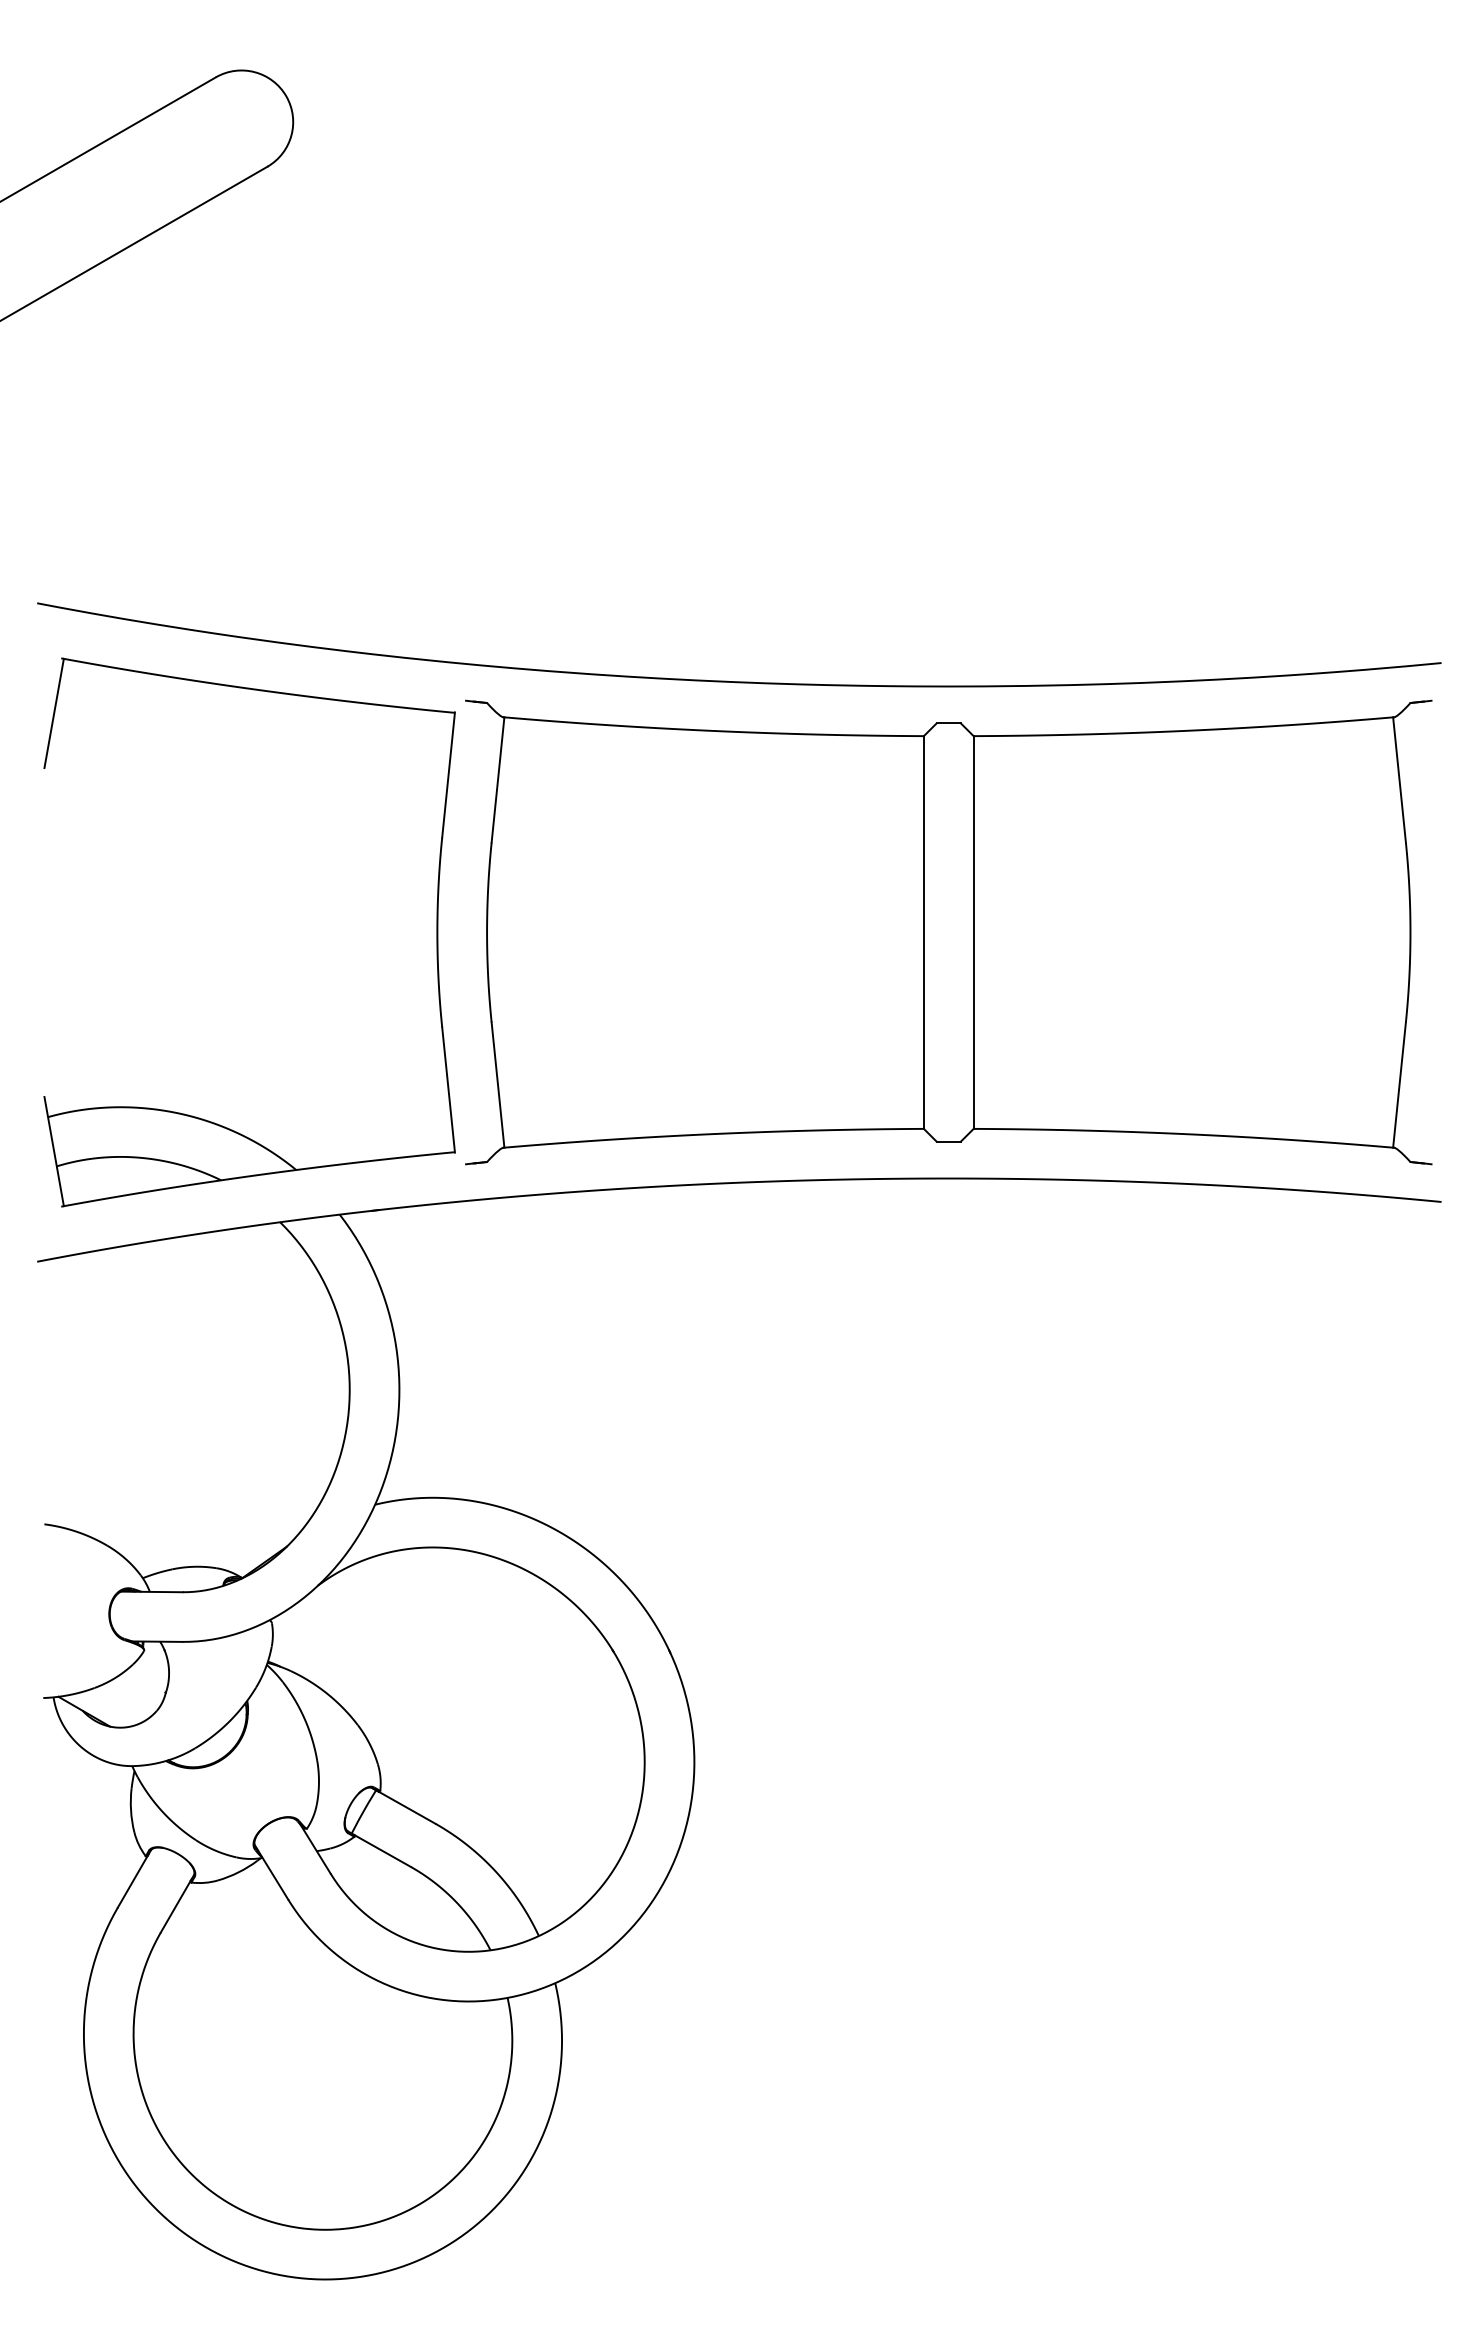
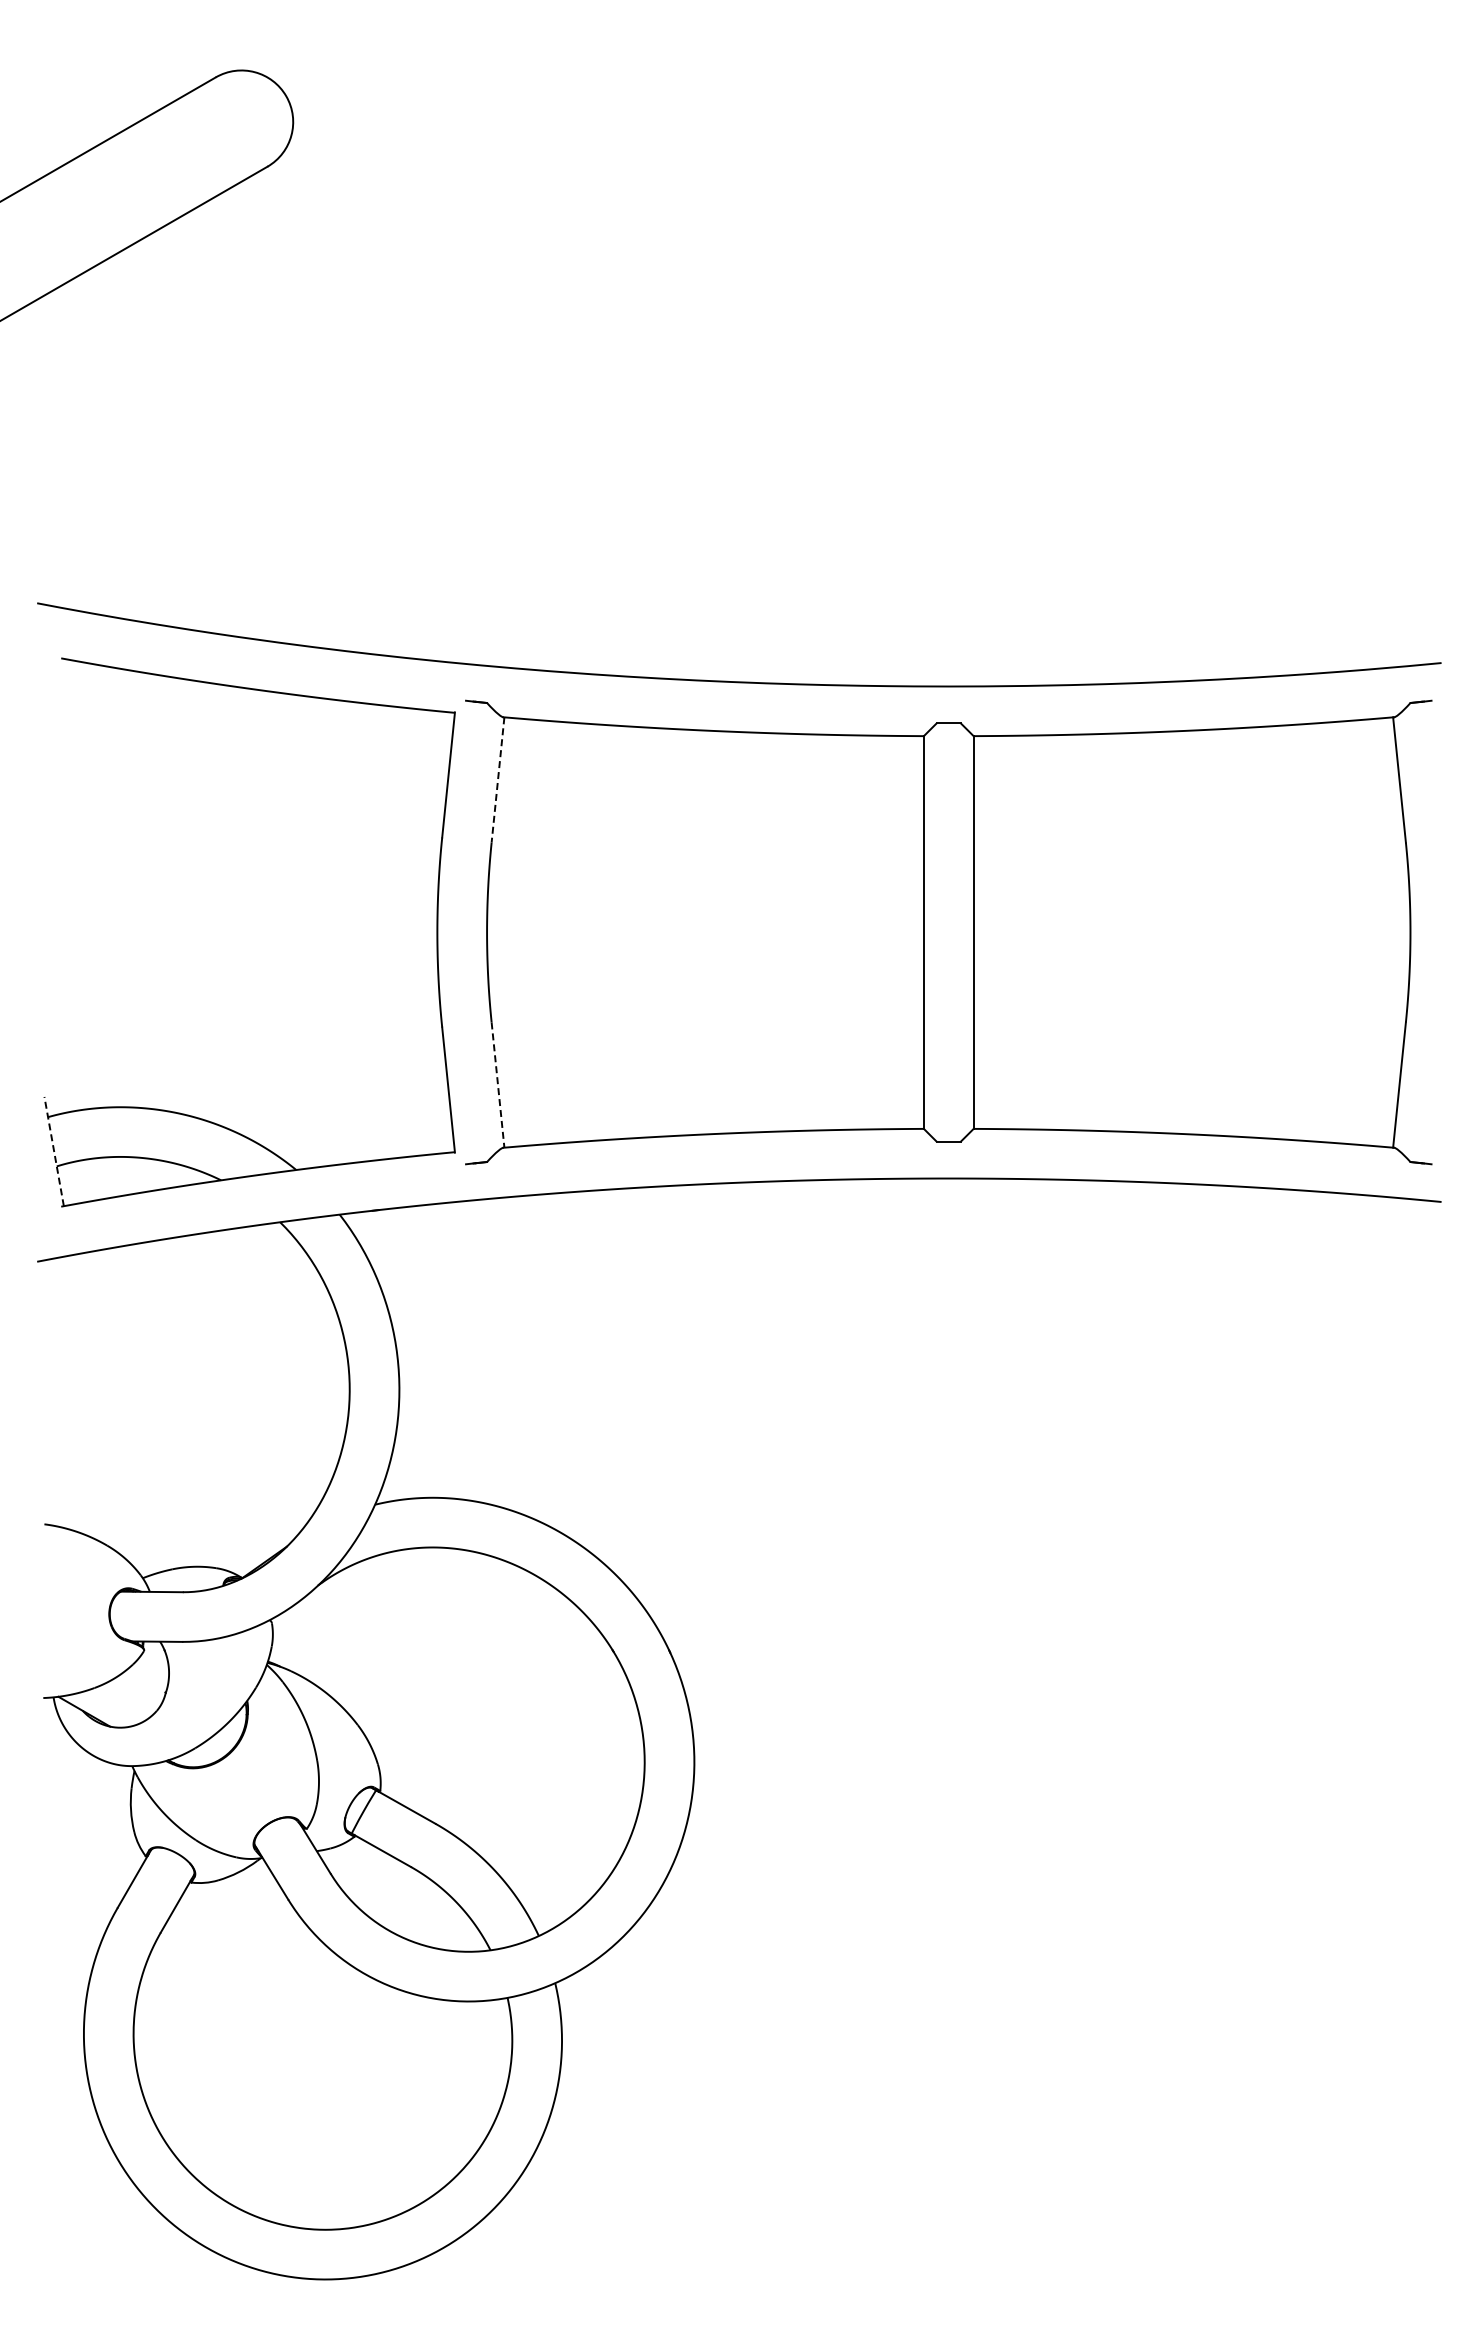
line at (53, 713): present -> none
line at (498, 779): solid -> dashed
line at (498, 1085): solid -> dashed
line at (54, 1151): solid -> dashed
